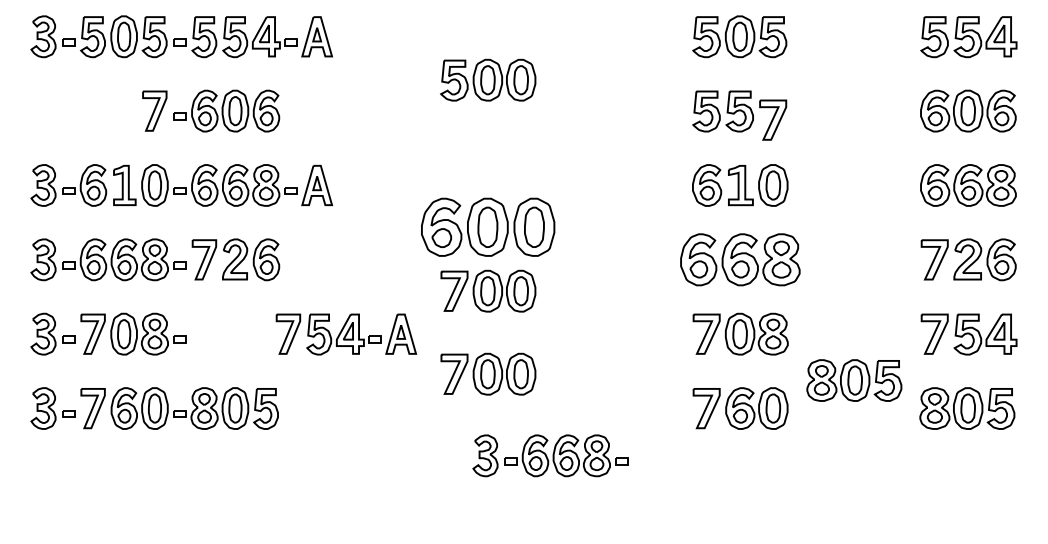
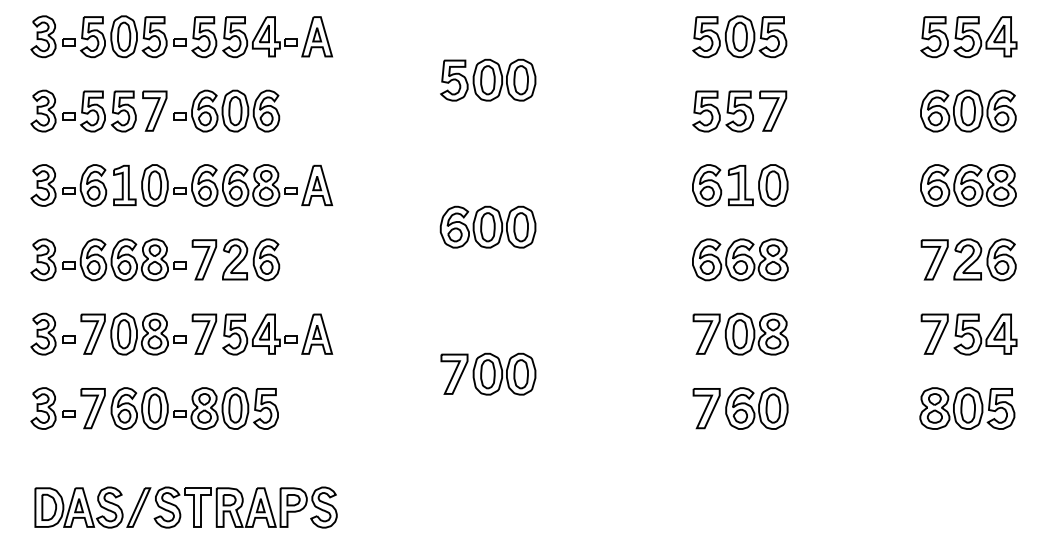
part at (83, 110): none -> present
part at (773, 119) position: (773, 119) -> (773, 110)
part at (488, 226) size: 135x60 px -> 98x44 px
part at (740, 259) size: 121x54 px -> 97x44 px
part at (488, 290): present -> none
part at (346, 334) position: (346, 334) -> (262, 334)
part at (854, 380): present -> none
part at (550, 455): present -> none
part at (185, 507): none -> present
